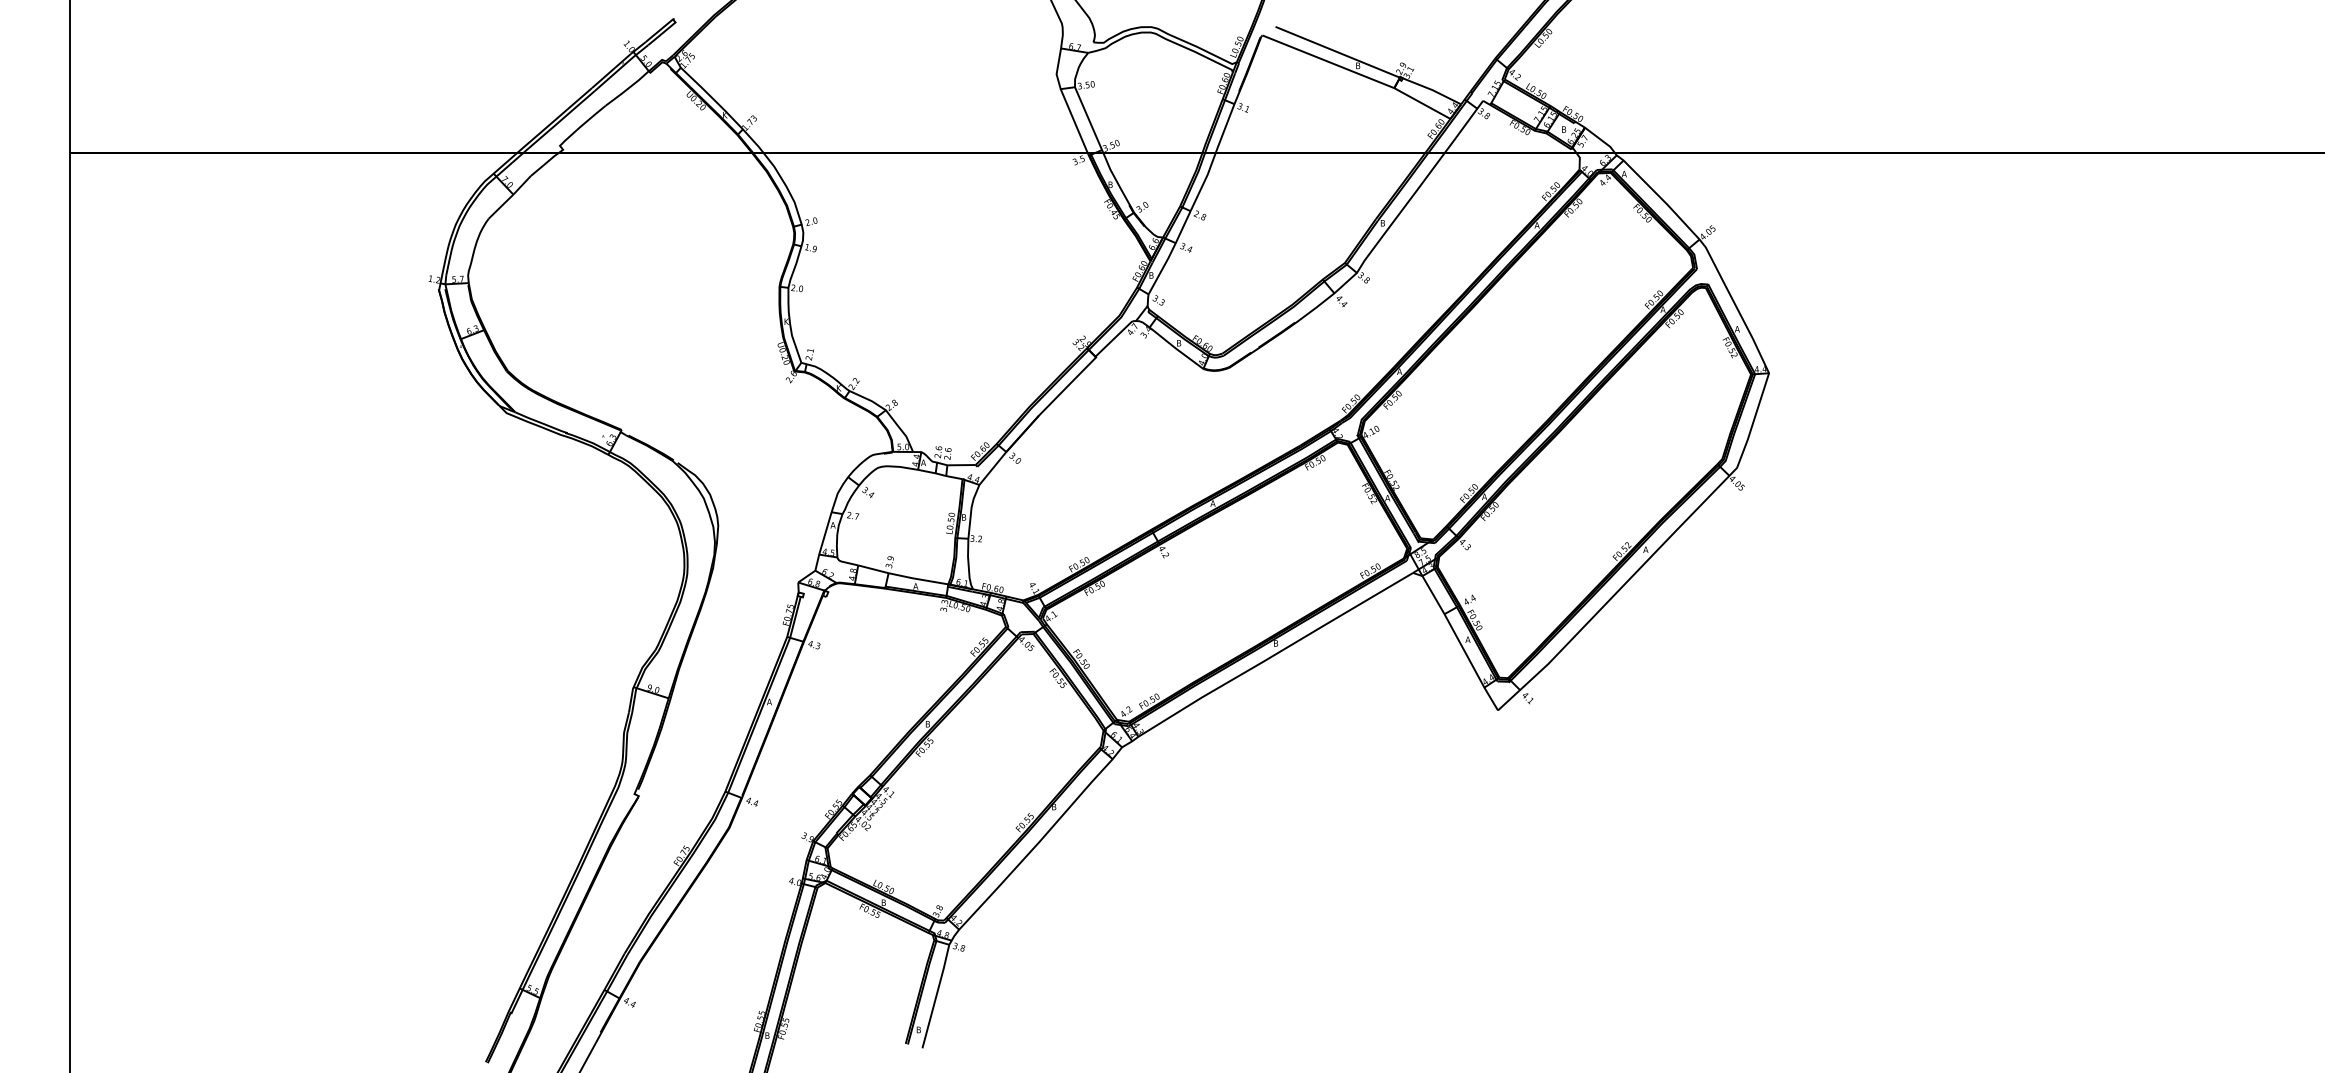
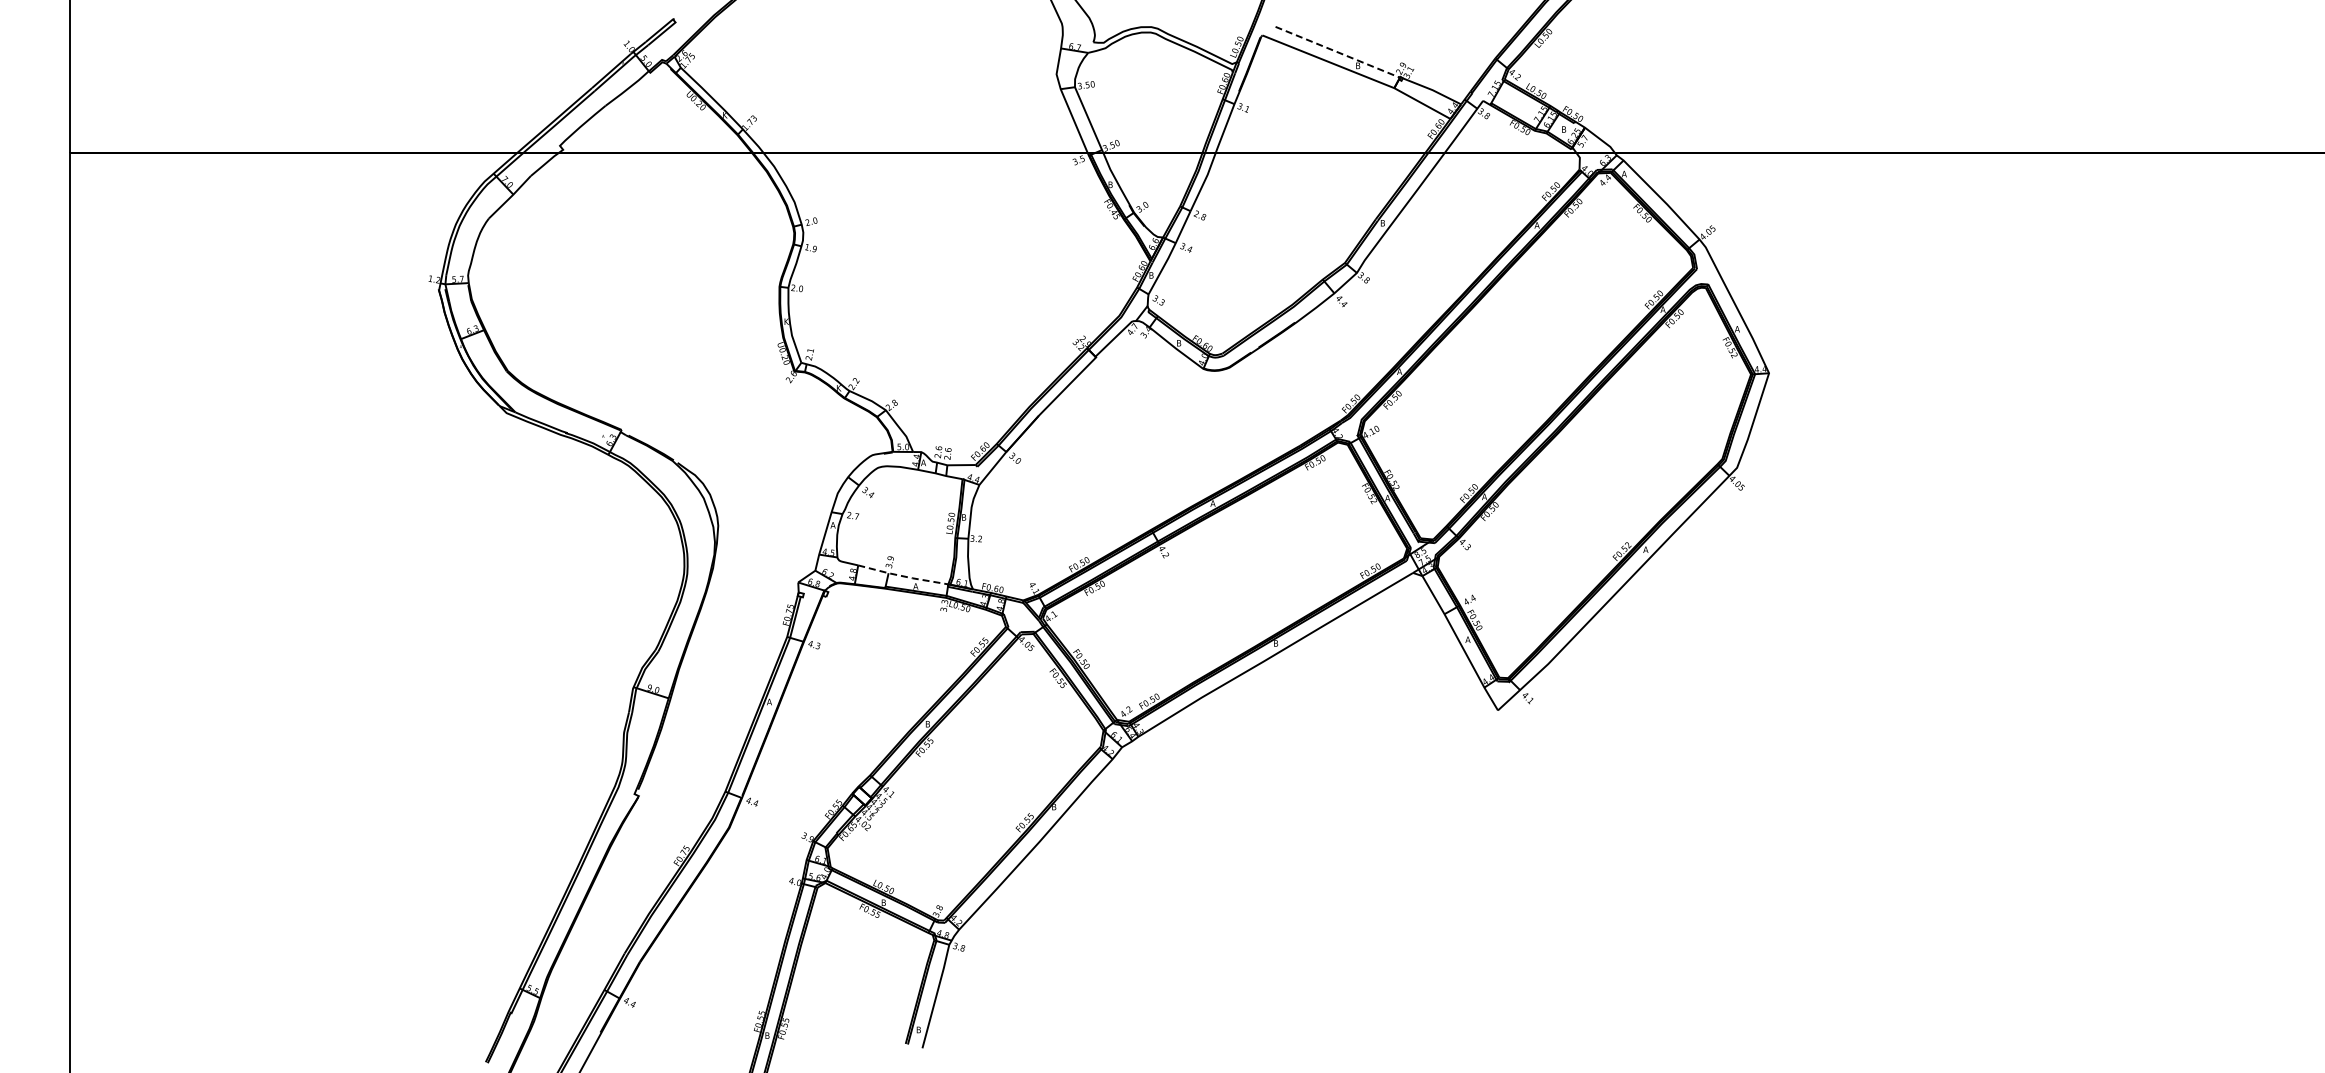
line at (1338, 52): solid -> dashed
line at (903, 576): solid -> dashed
